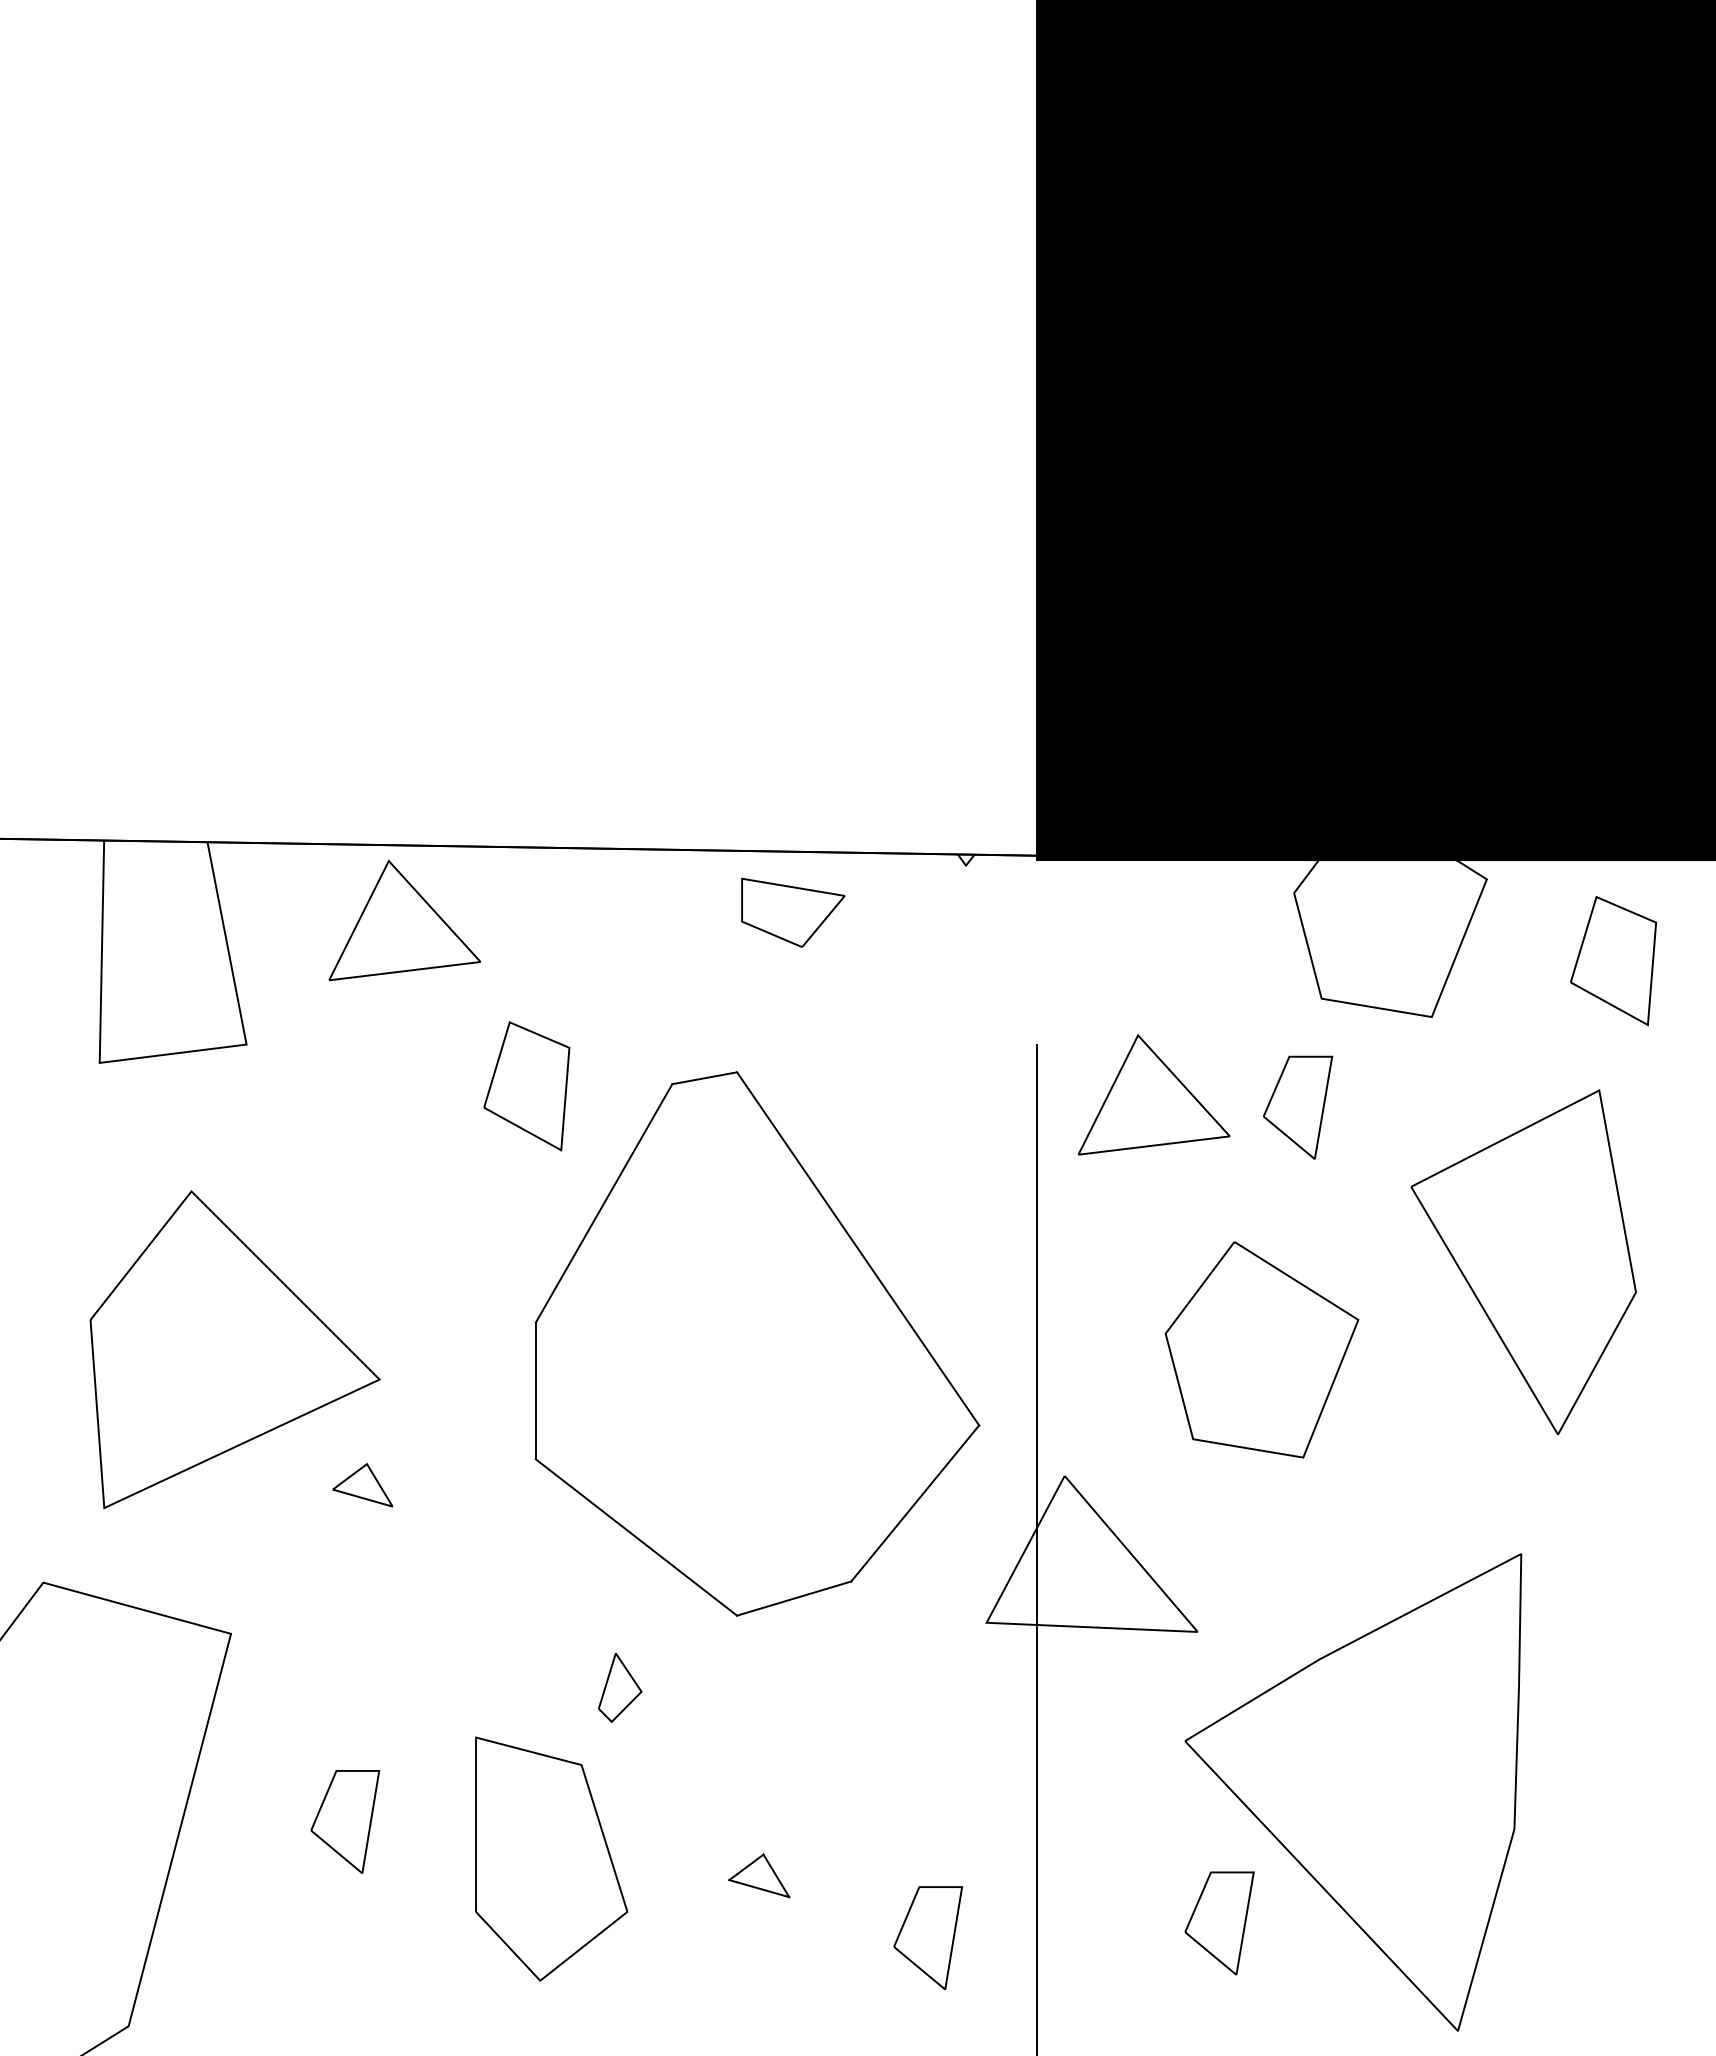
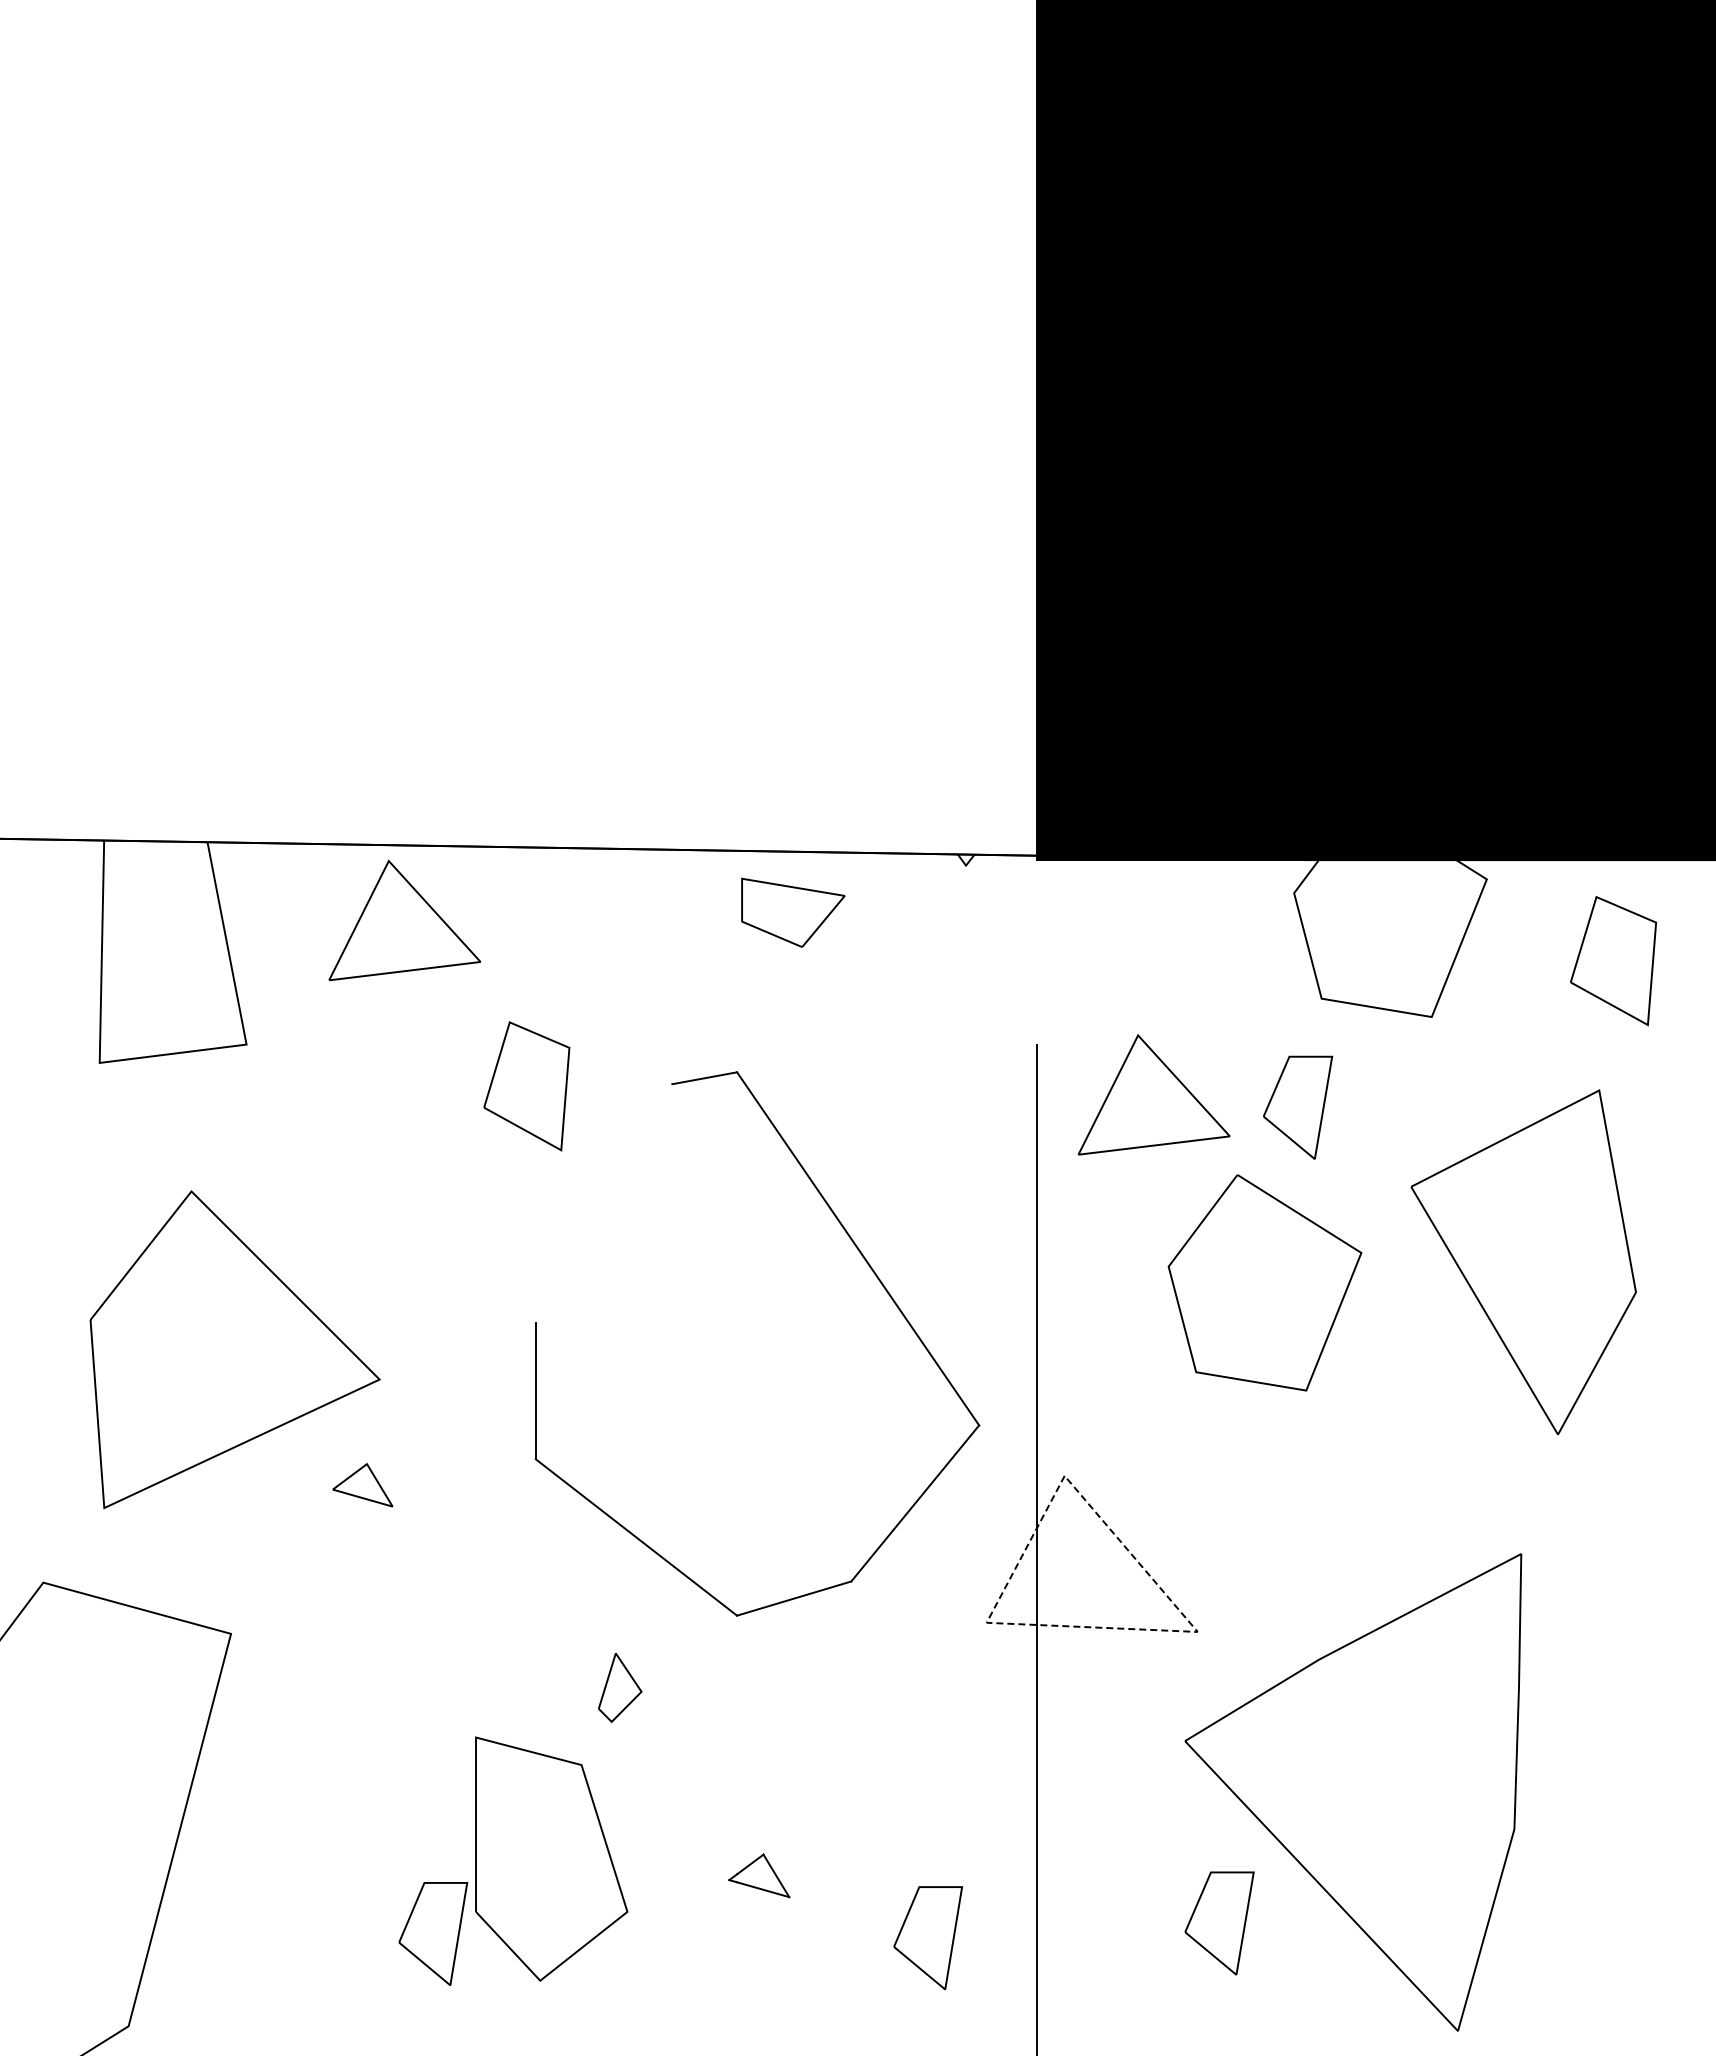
line at (603, 1203): present -> none
part at (1261, 1349) position: (1261, 1349) -> (1264, 1282)
line at (1112, 1628): solid -> dashed
part at (345, 1821) position: (345, 1821) -> (433, 1933)
